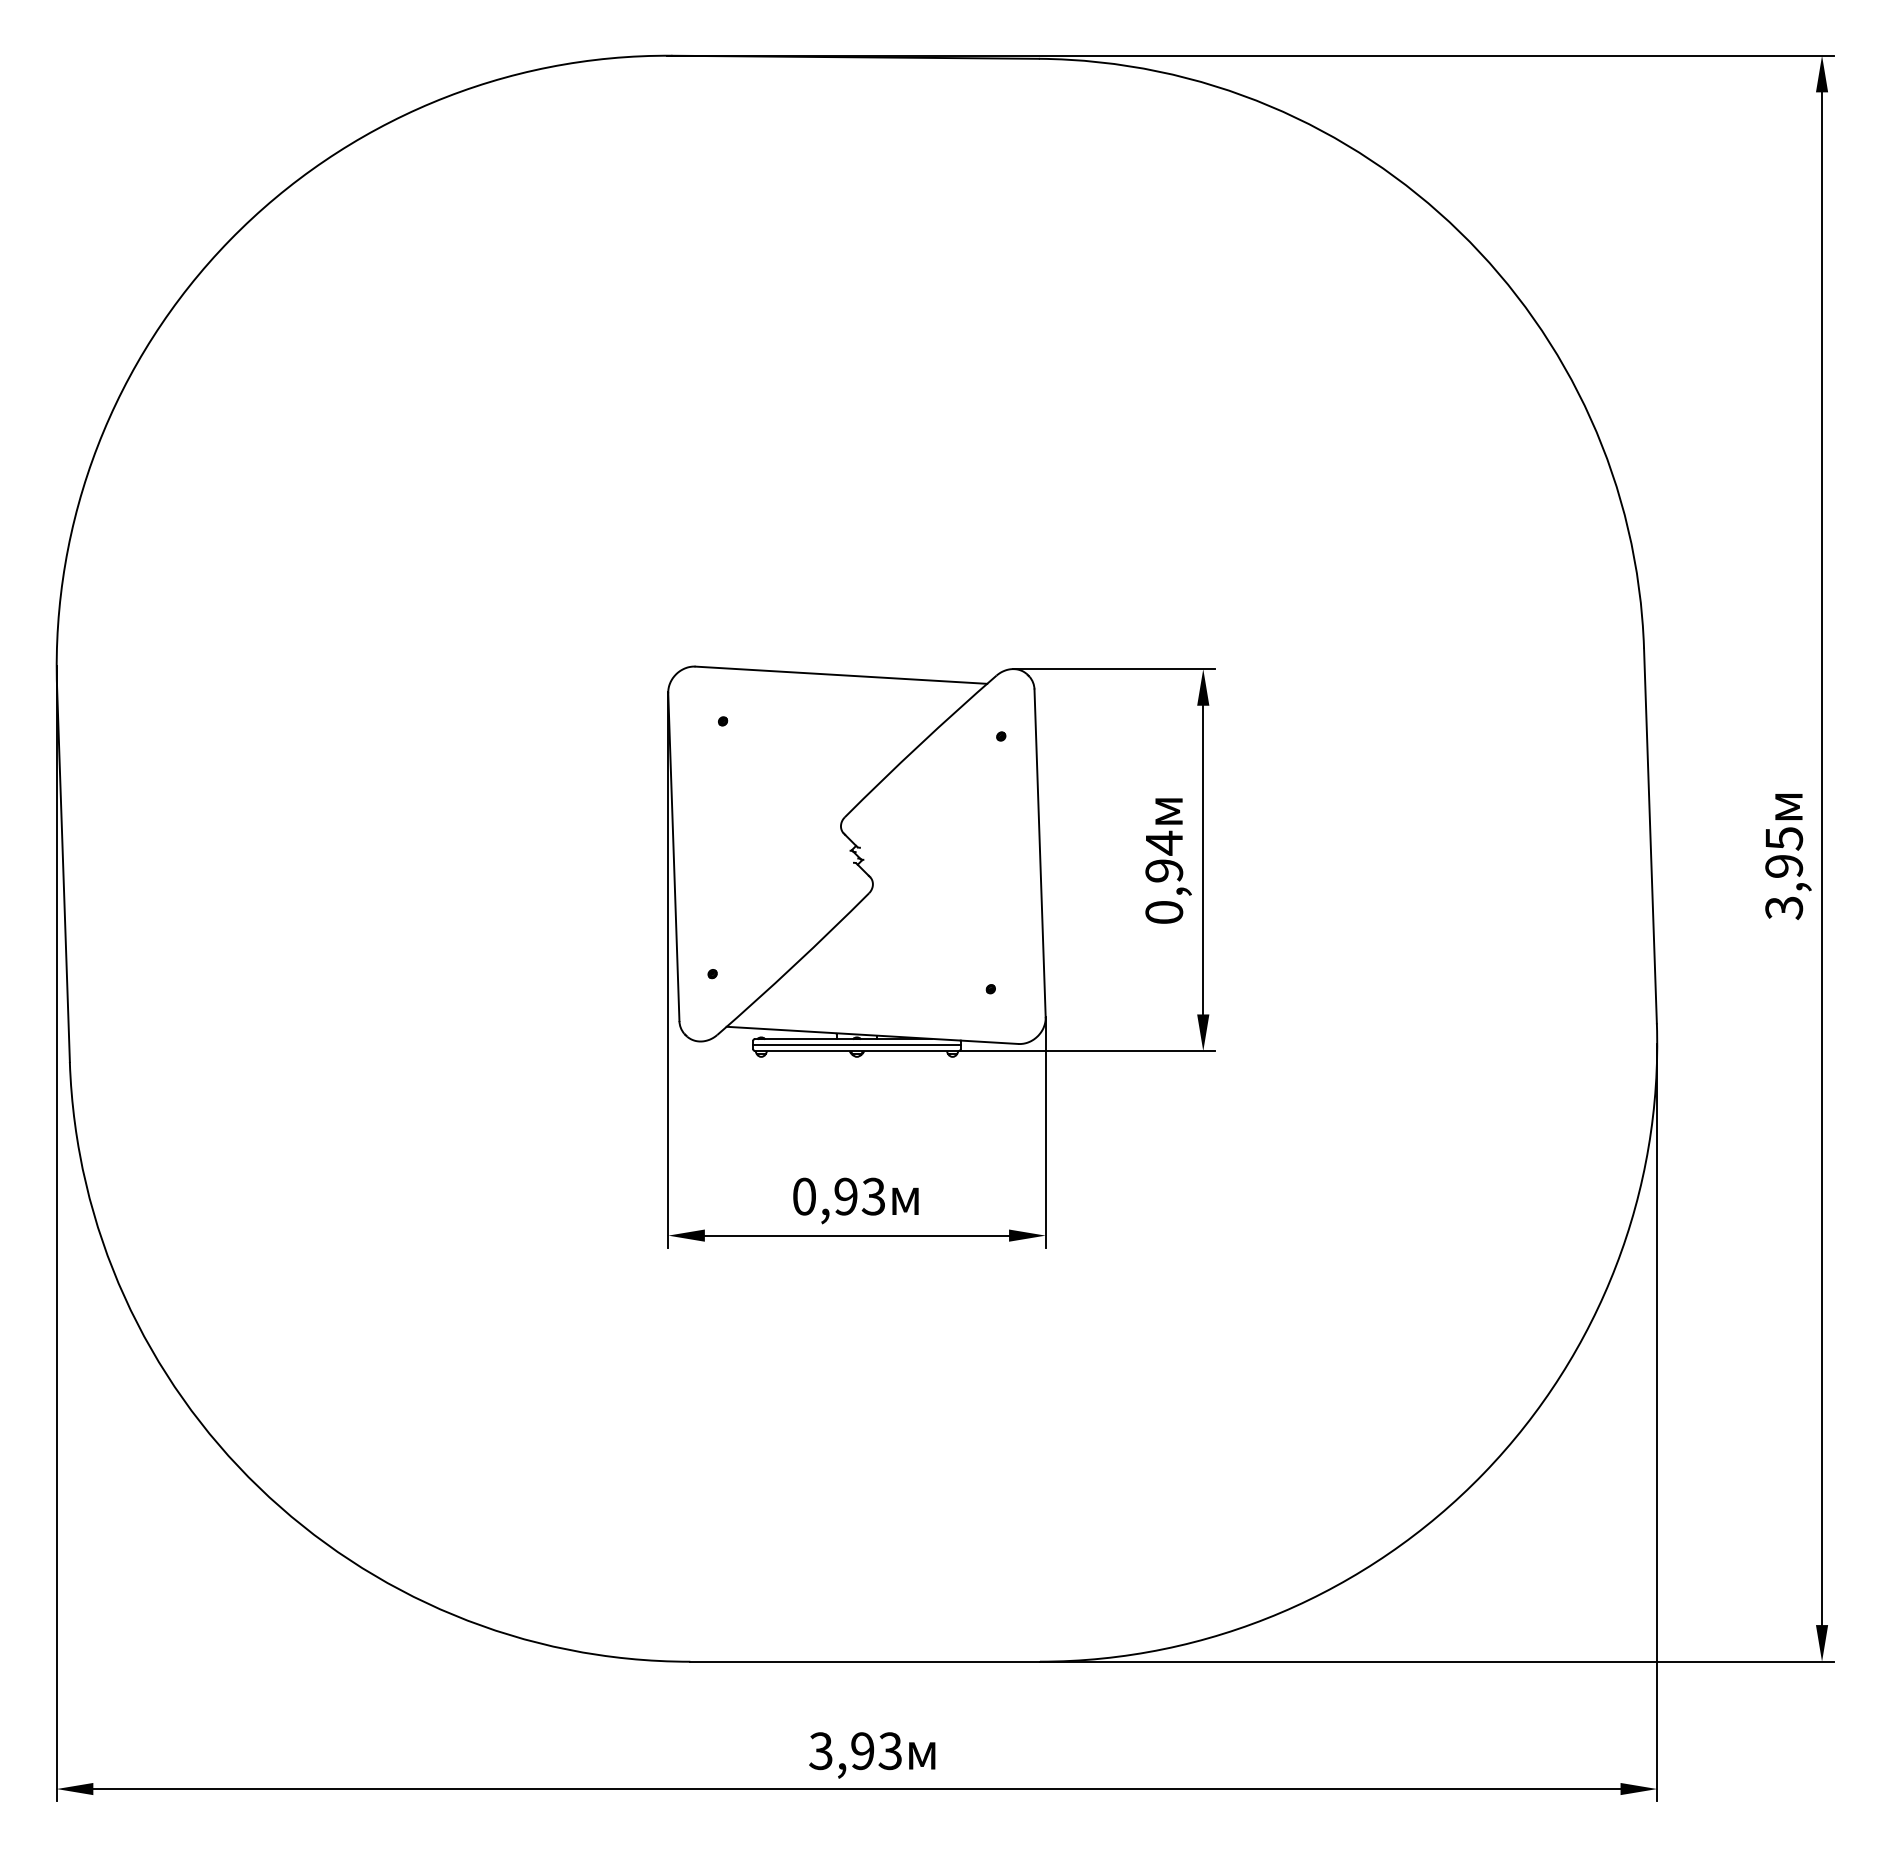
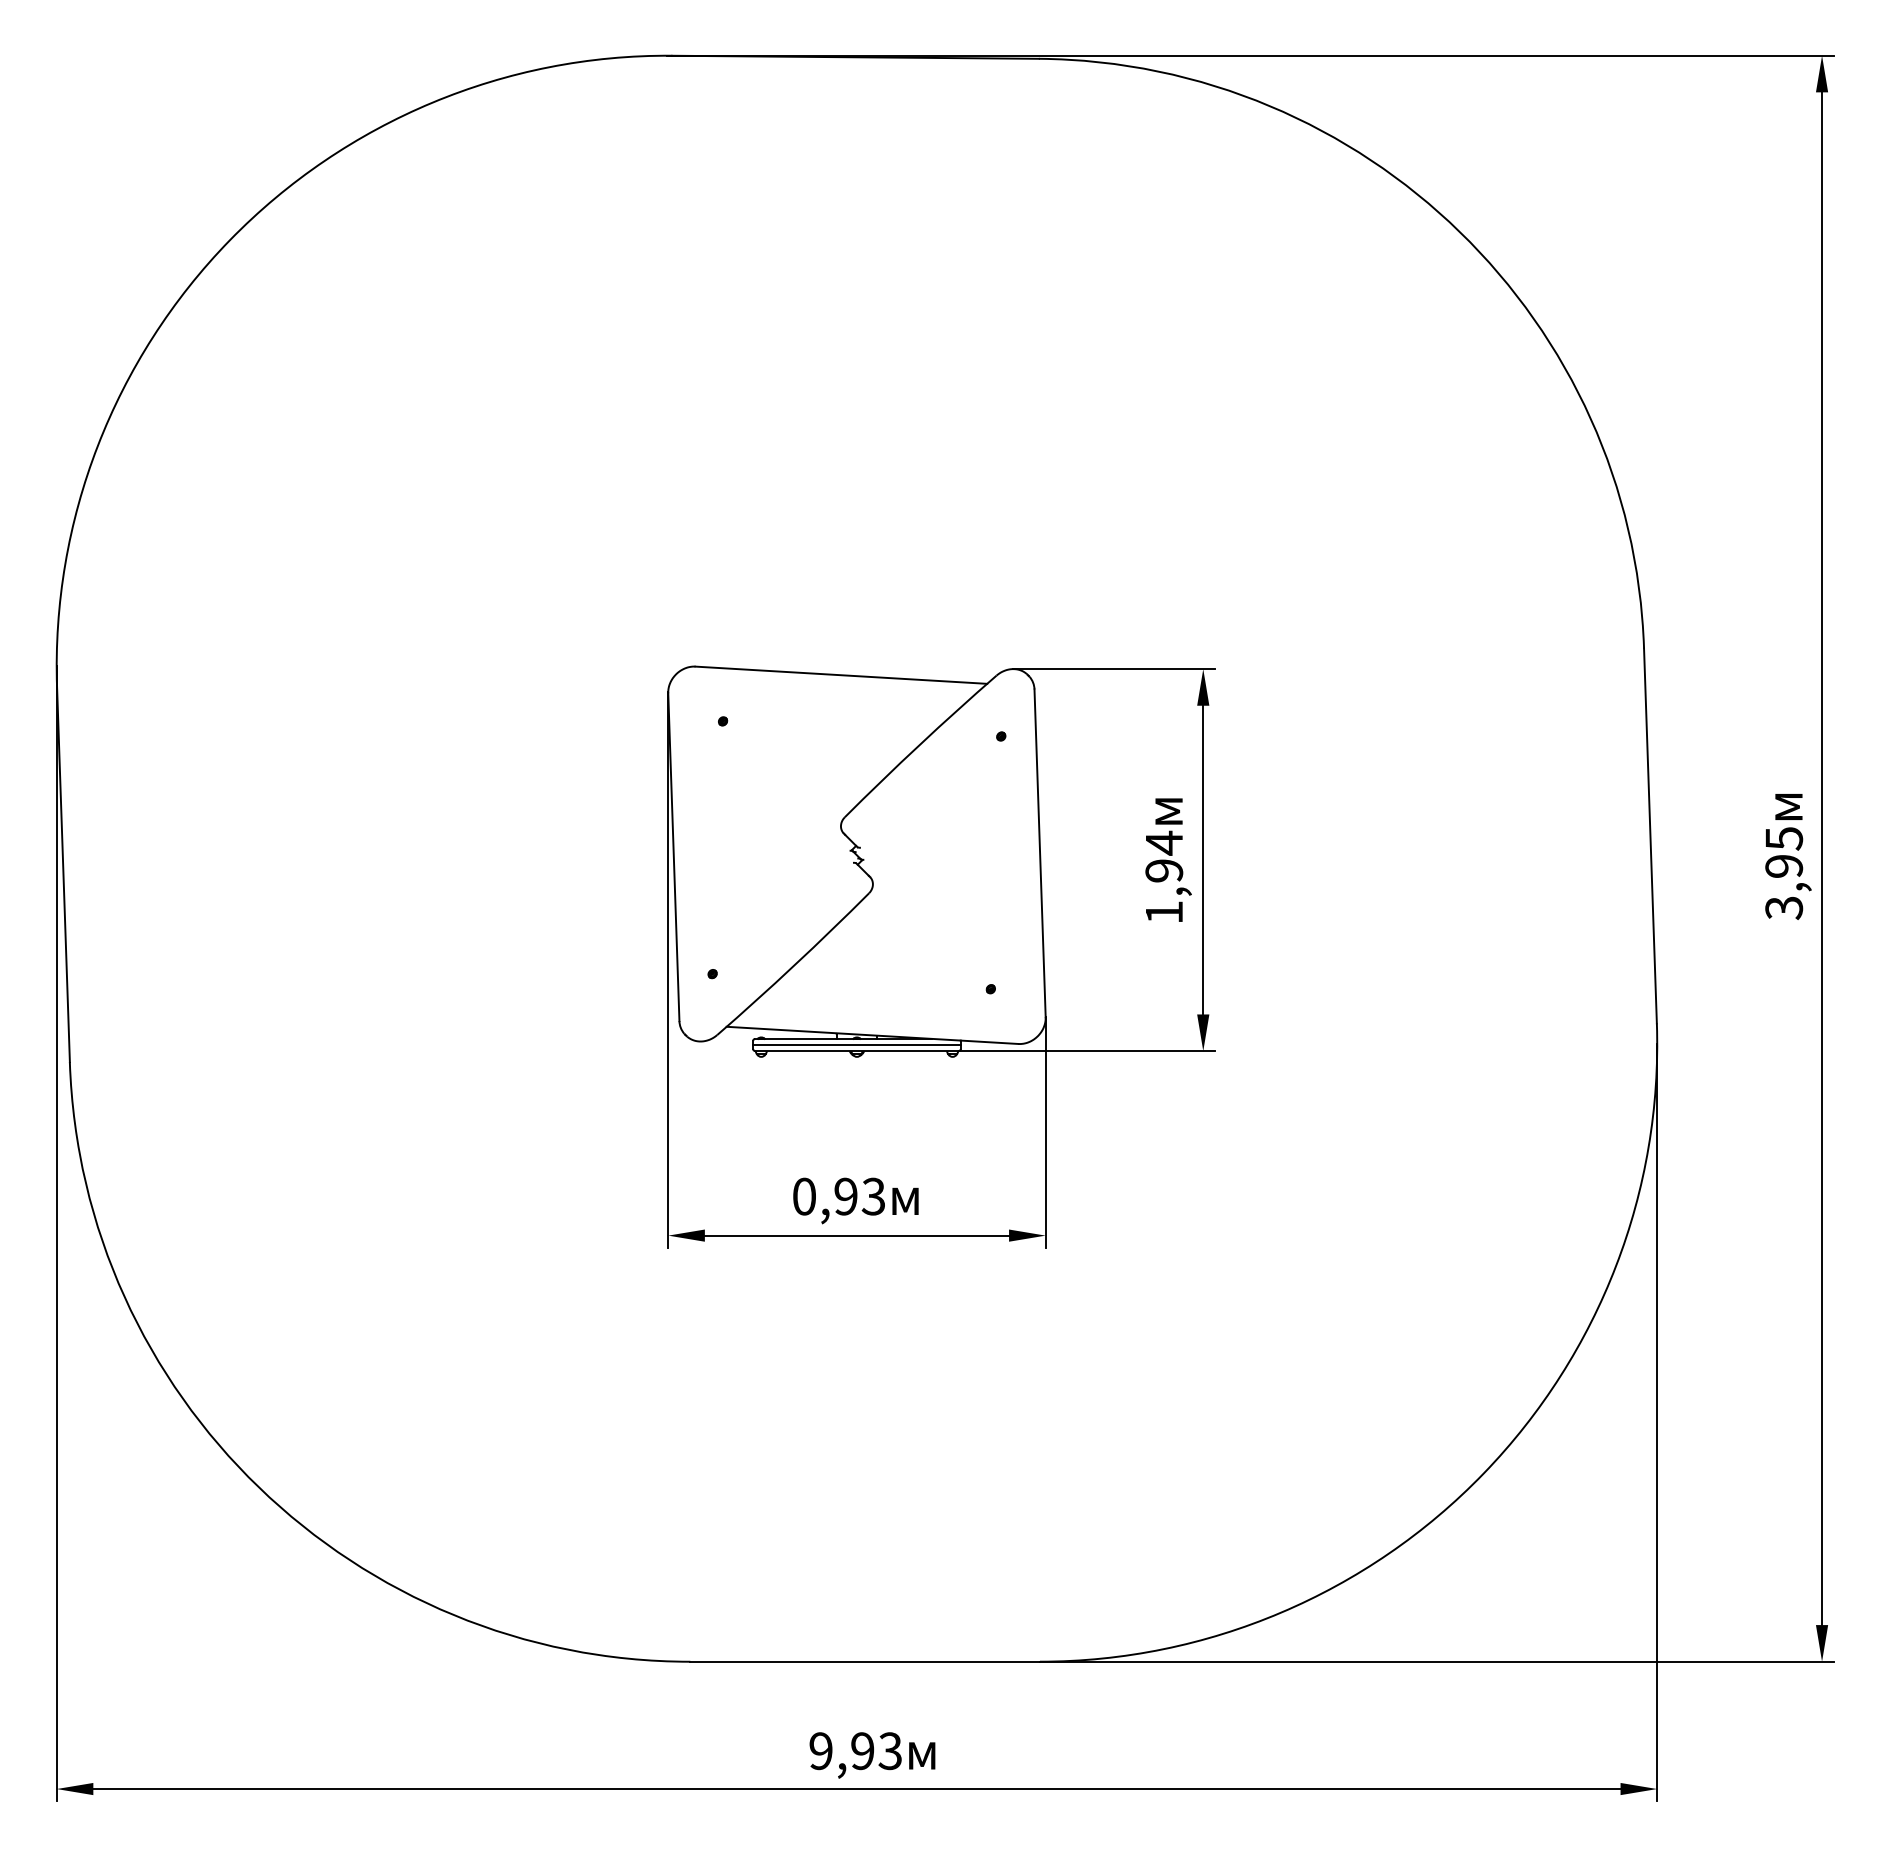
text at (1164, 912): 0,94 -> 1,94
text at (820, 1751): 3,93 -> 9,93
